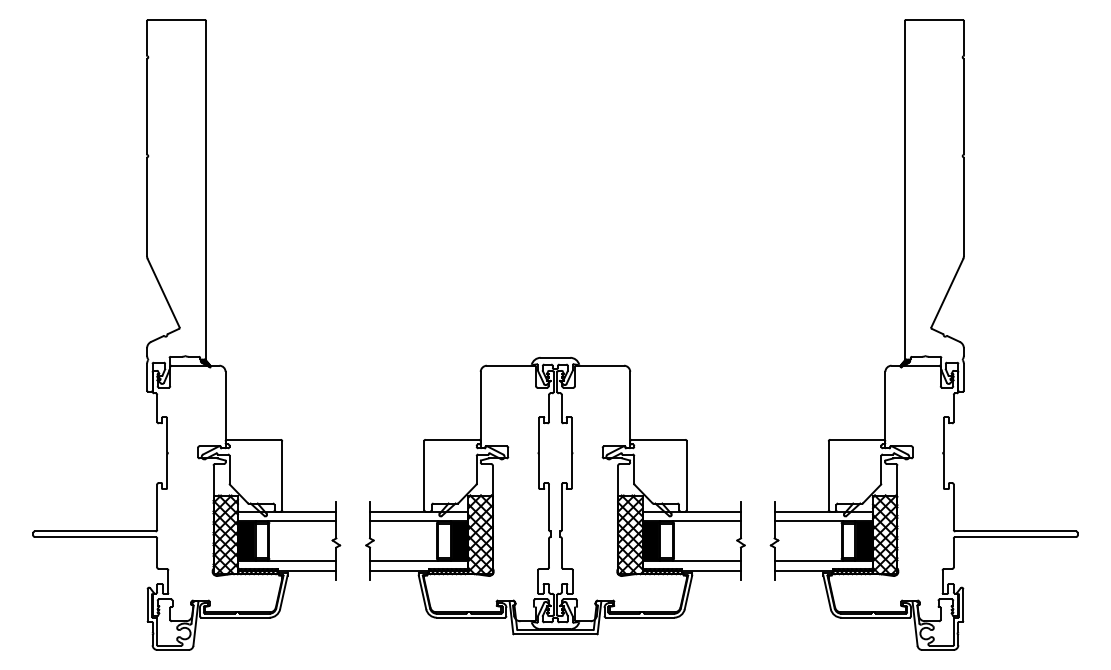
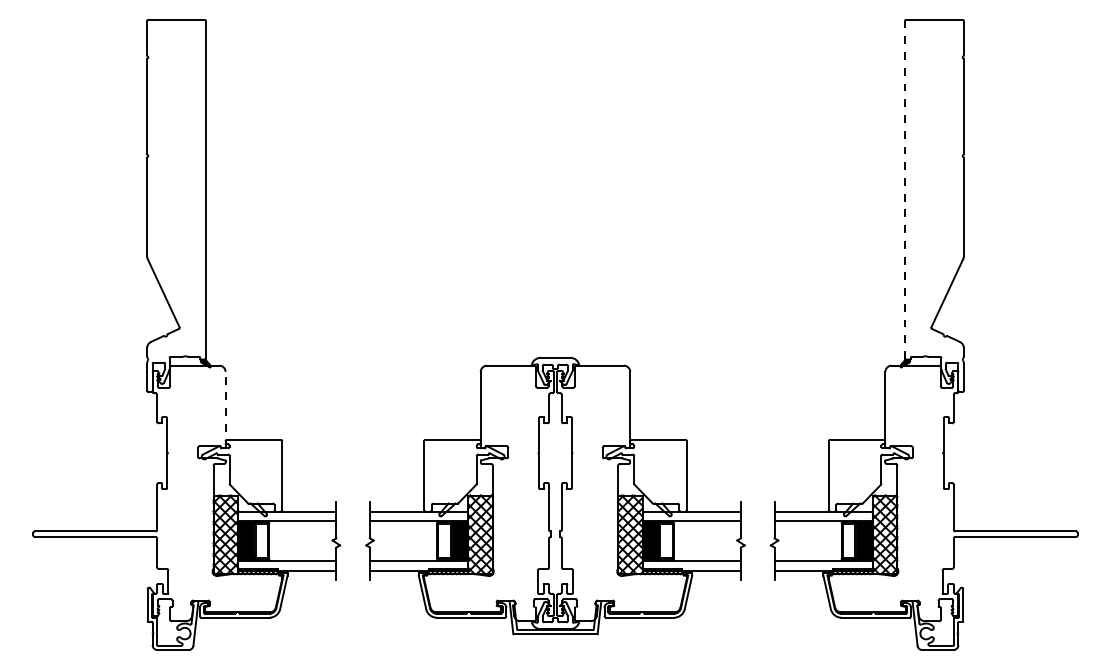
line at (904, 190): solid -> dashed
line at (225, 409): solid -> dashed
